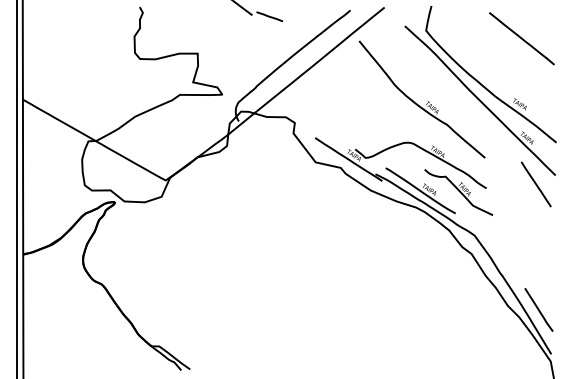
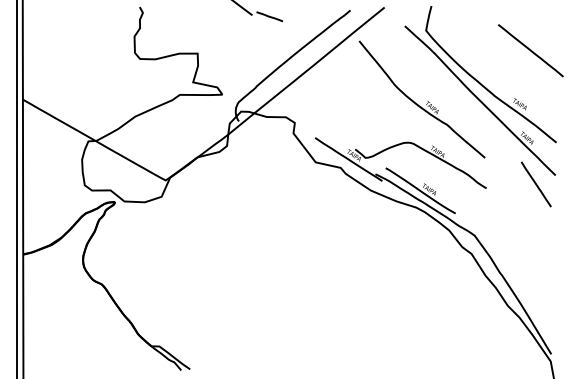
line at (521, 38) position: (521, 38) -> (530, 50)
part at (458, 192): present -> none
line at (538, 309): present -> none
